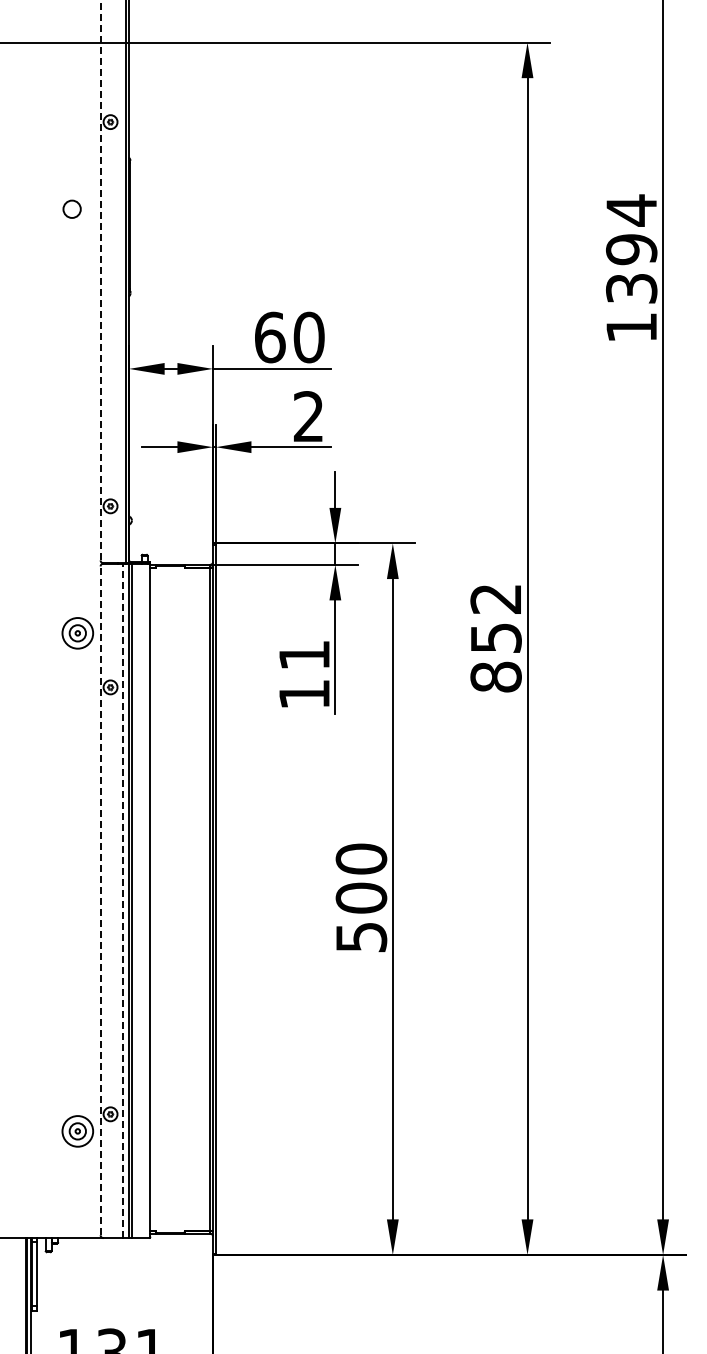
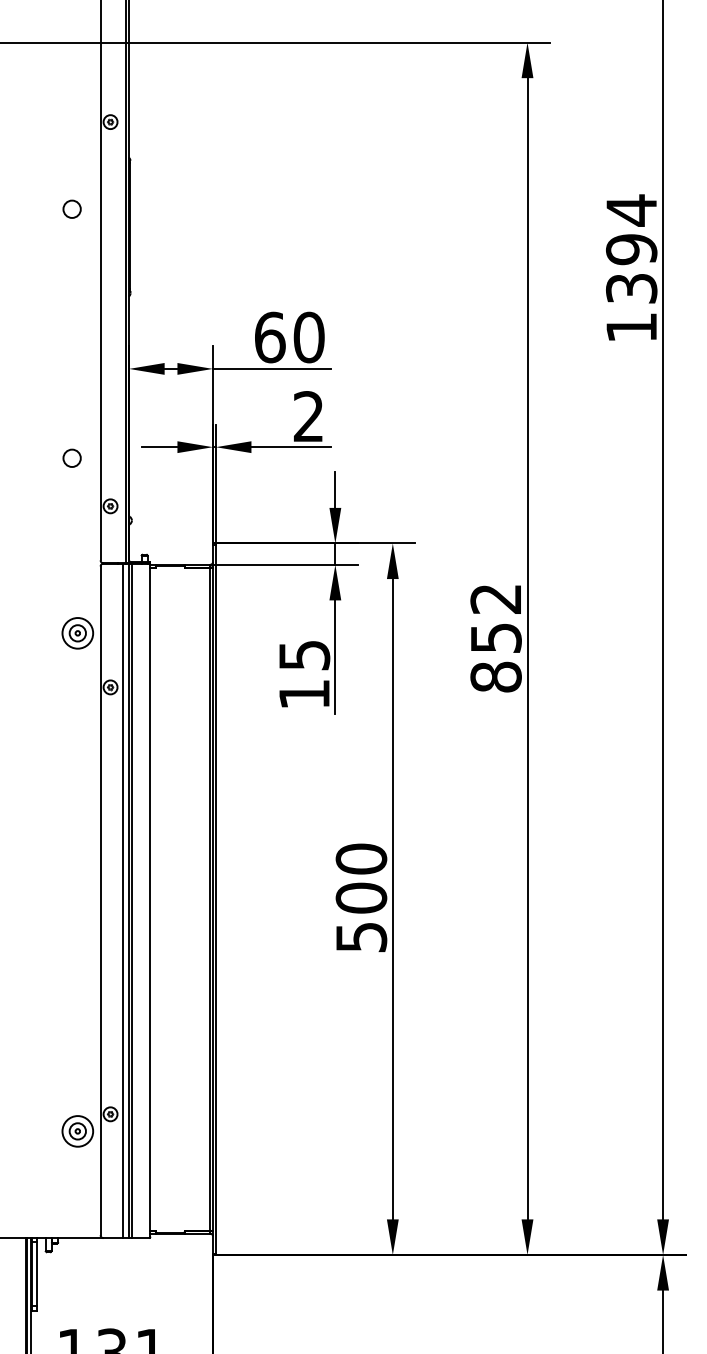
line at (100, 280): dashed -> solid
circle at (71, 457): none -> present
text at (304, 655): 11 -> 15
line at (100, 900): dashed -> solid
line at (123, 900): dashed -> solid
